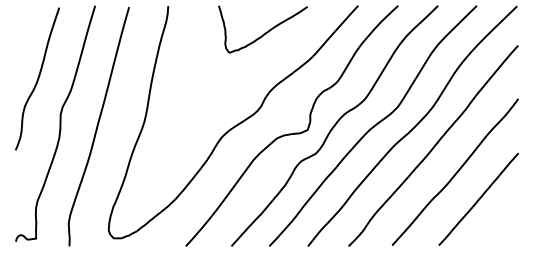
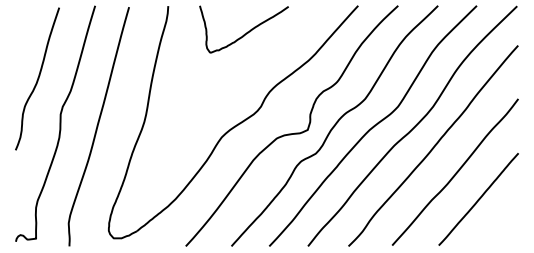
curve at (263, 33) position: (263, 33) -> (244, 33)
